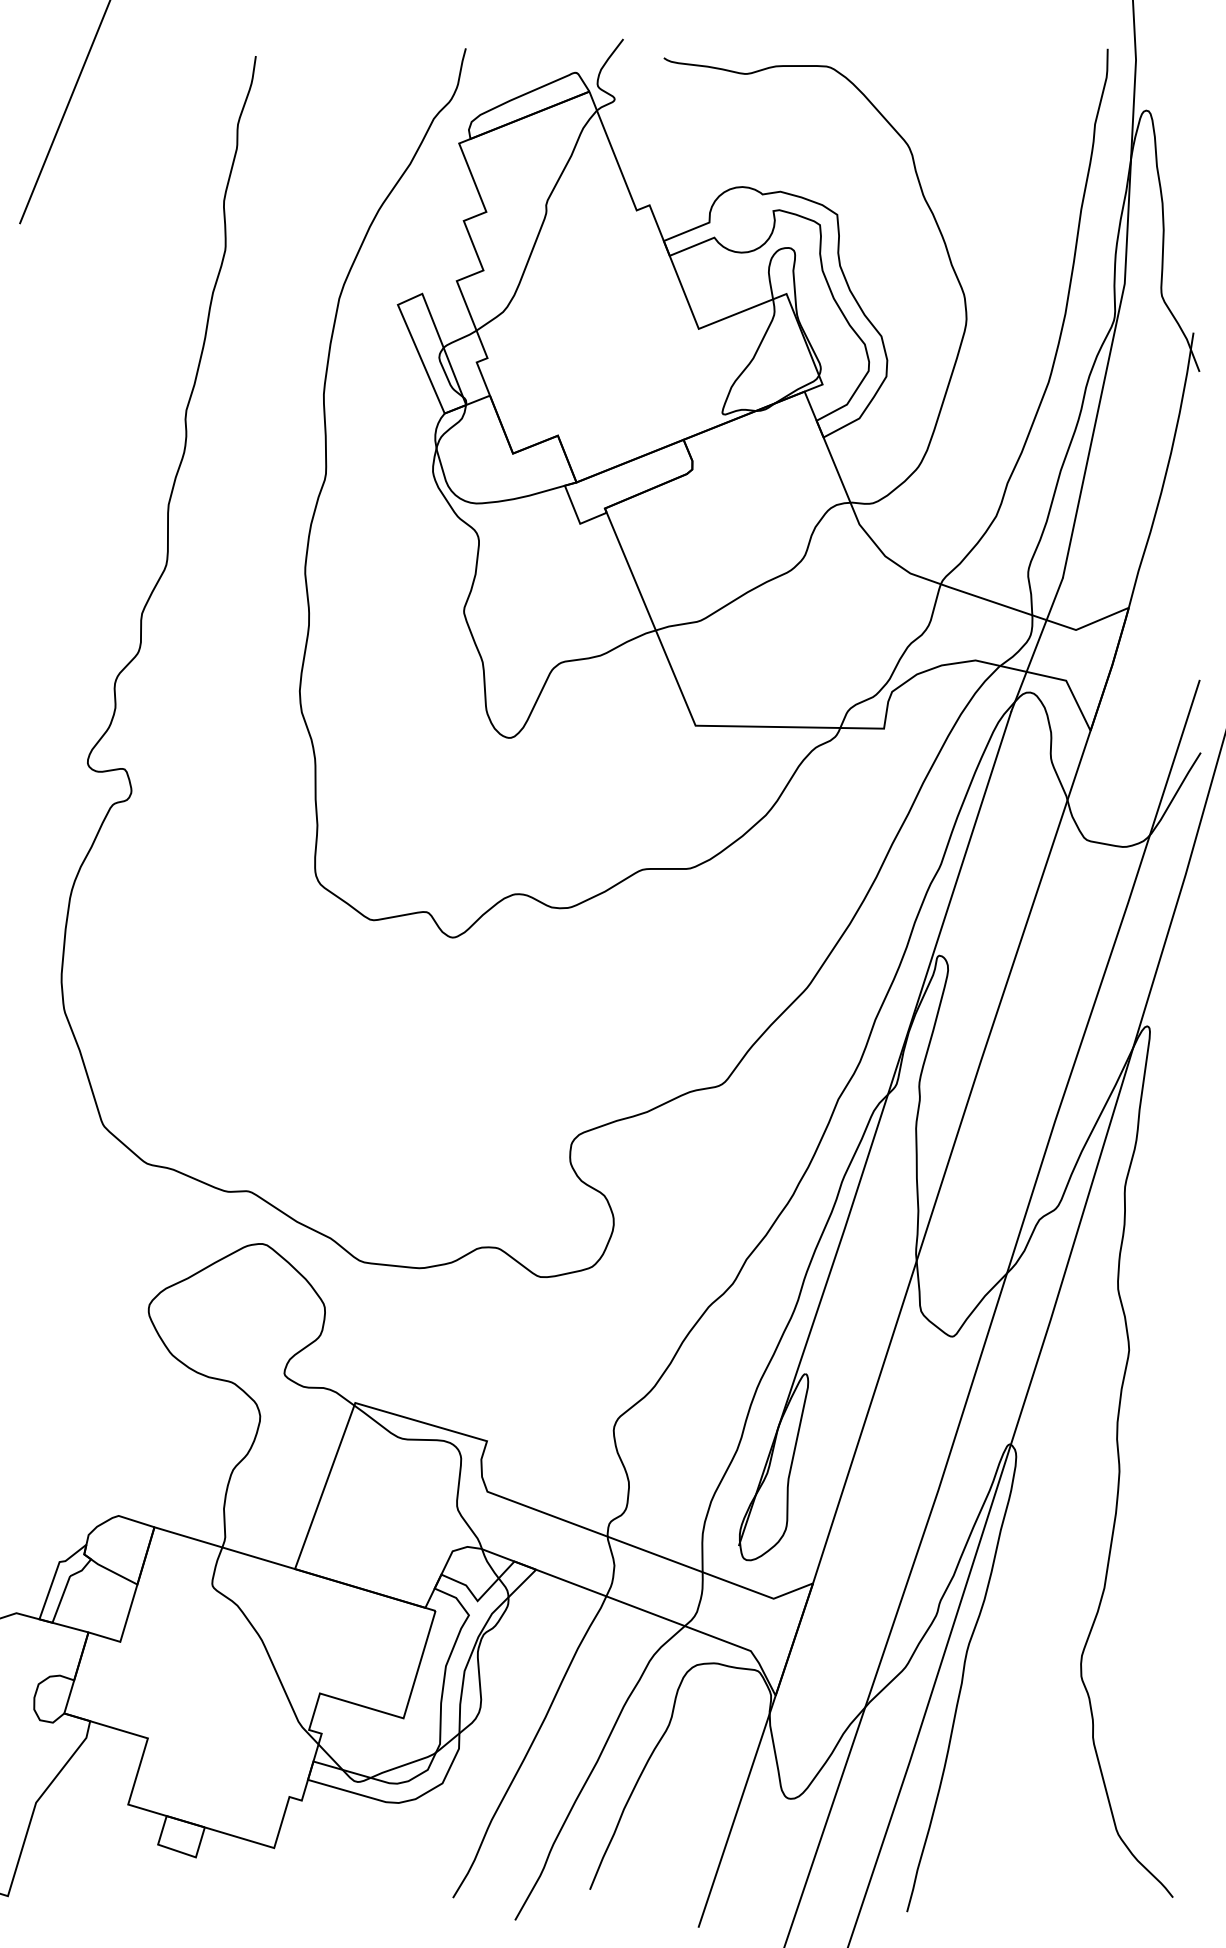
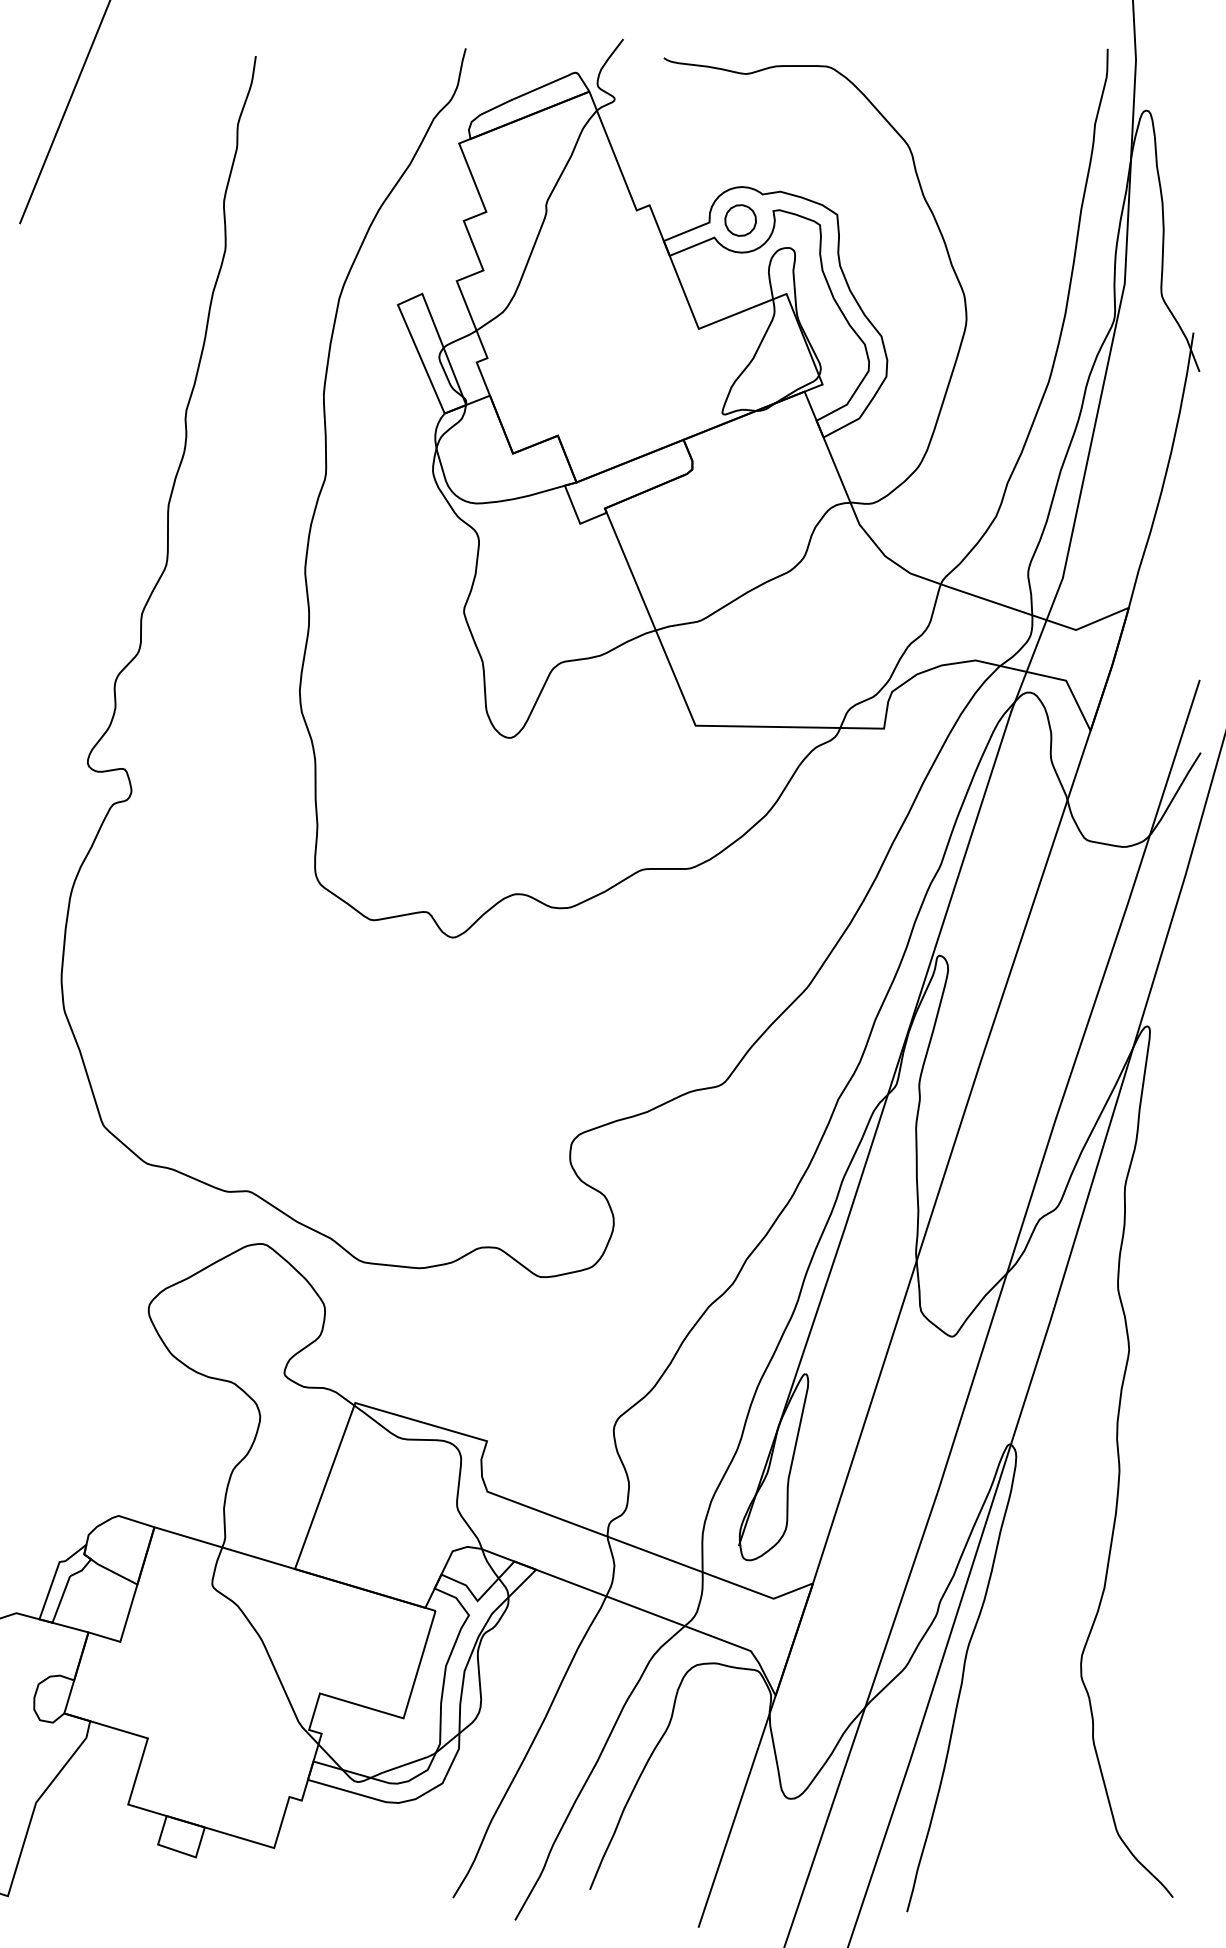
part at (740, 220): none -> present
